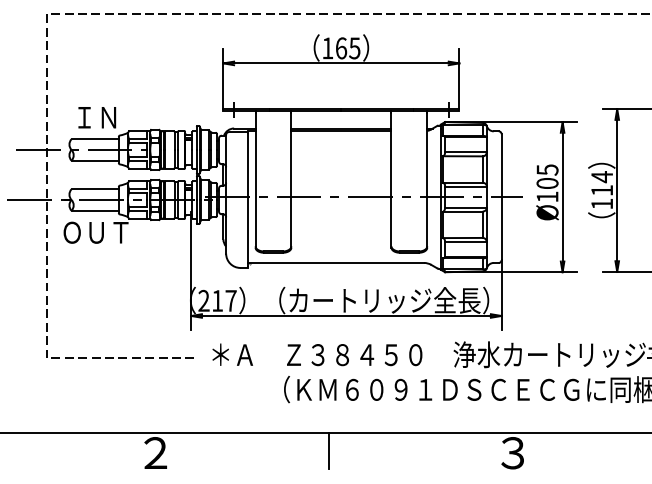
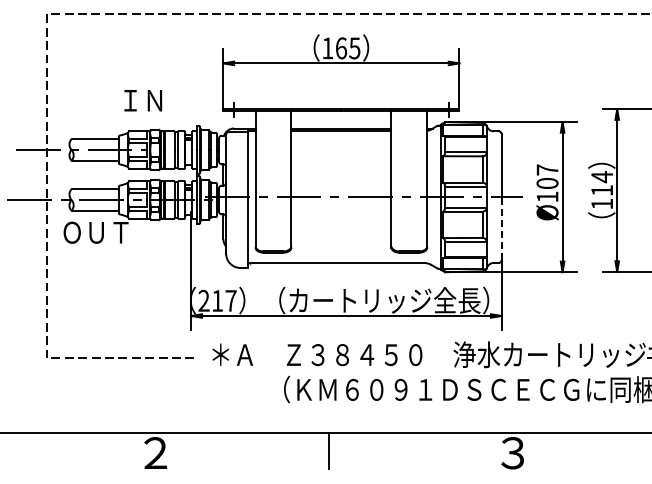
text at (97, 117) position: (97, 117) -> (143, 100)
text at (547, 169): Ø105 -> Ø107
line at (501, 228): solid -> dashed
